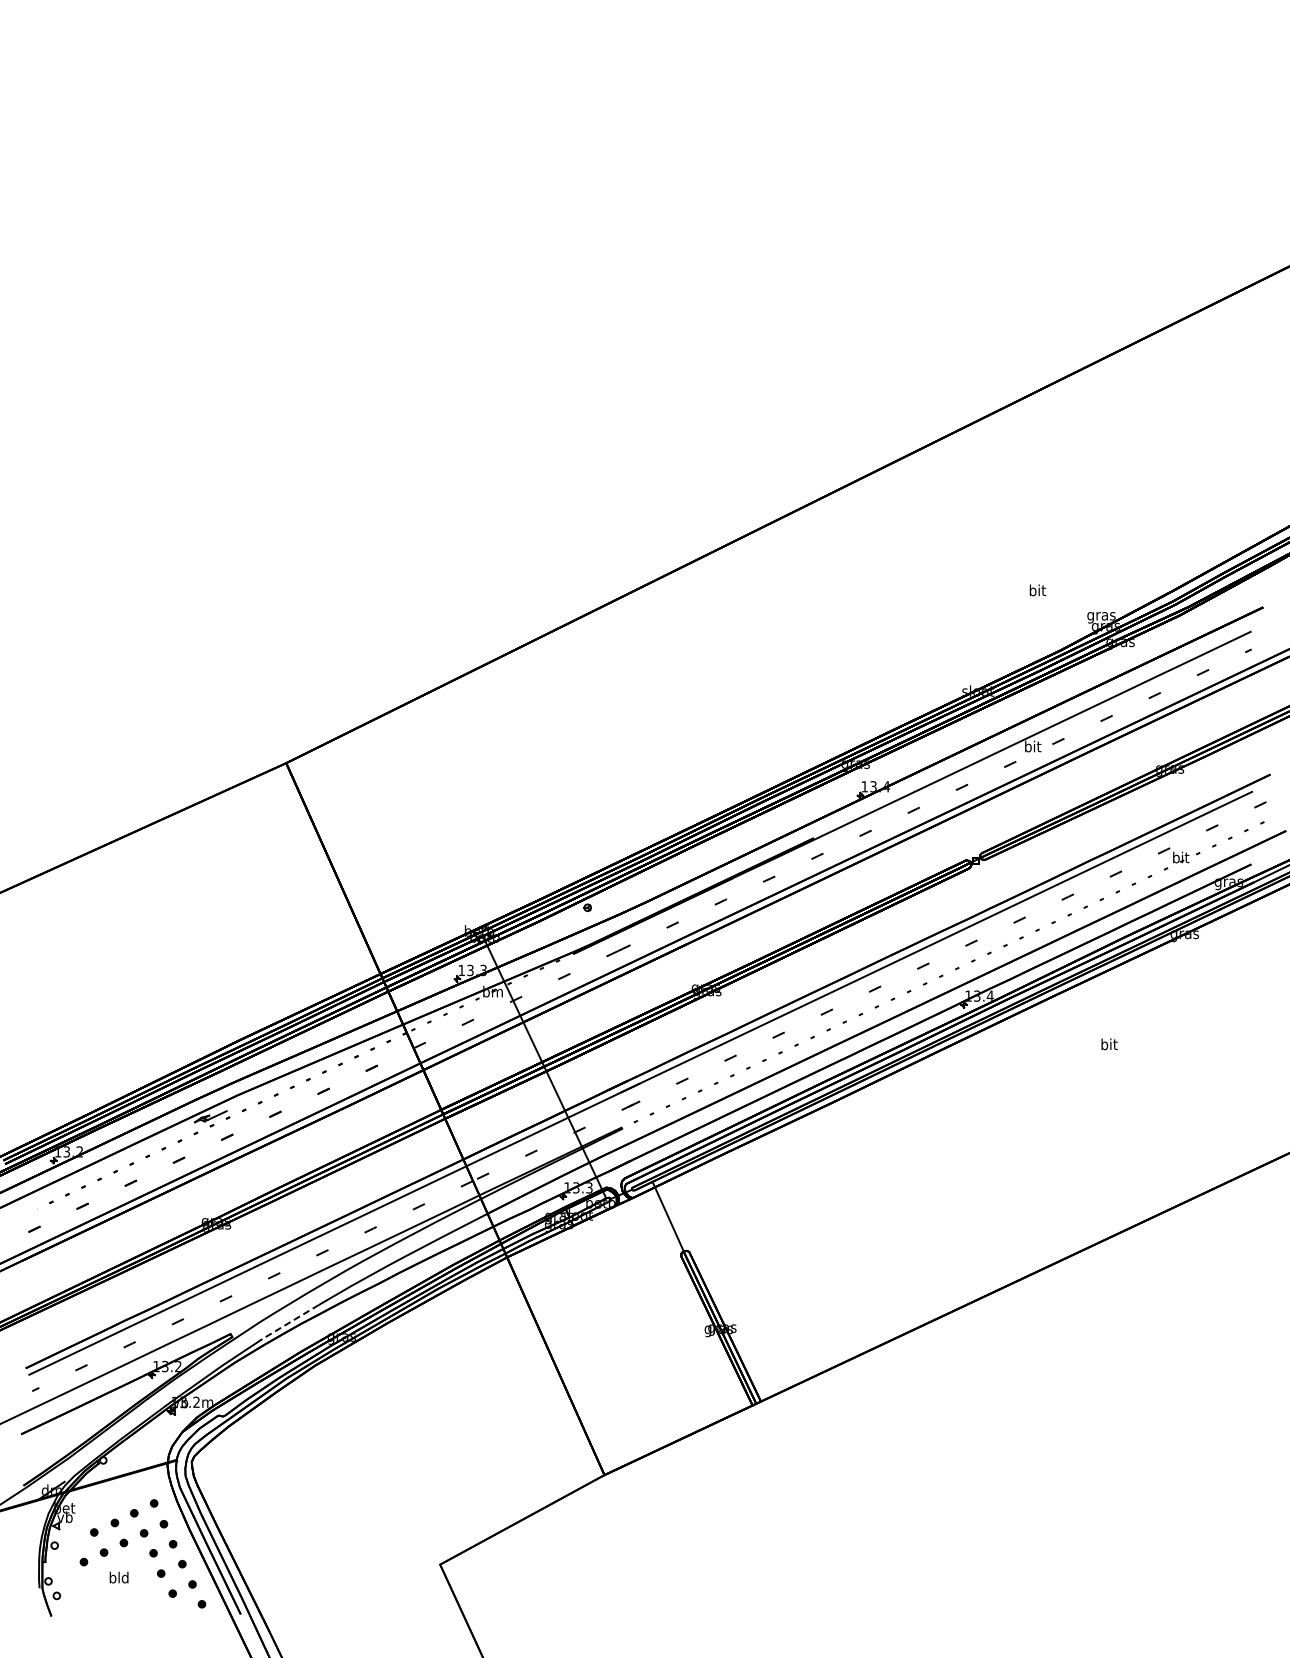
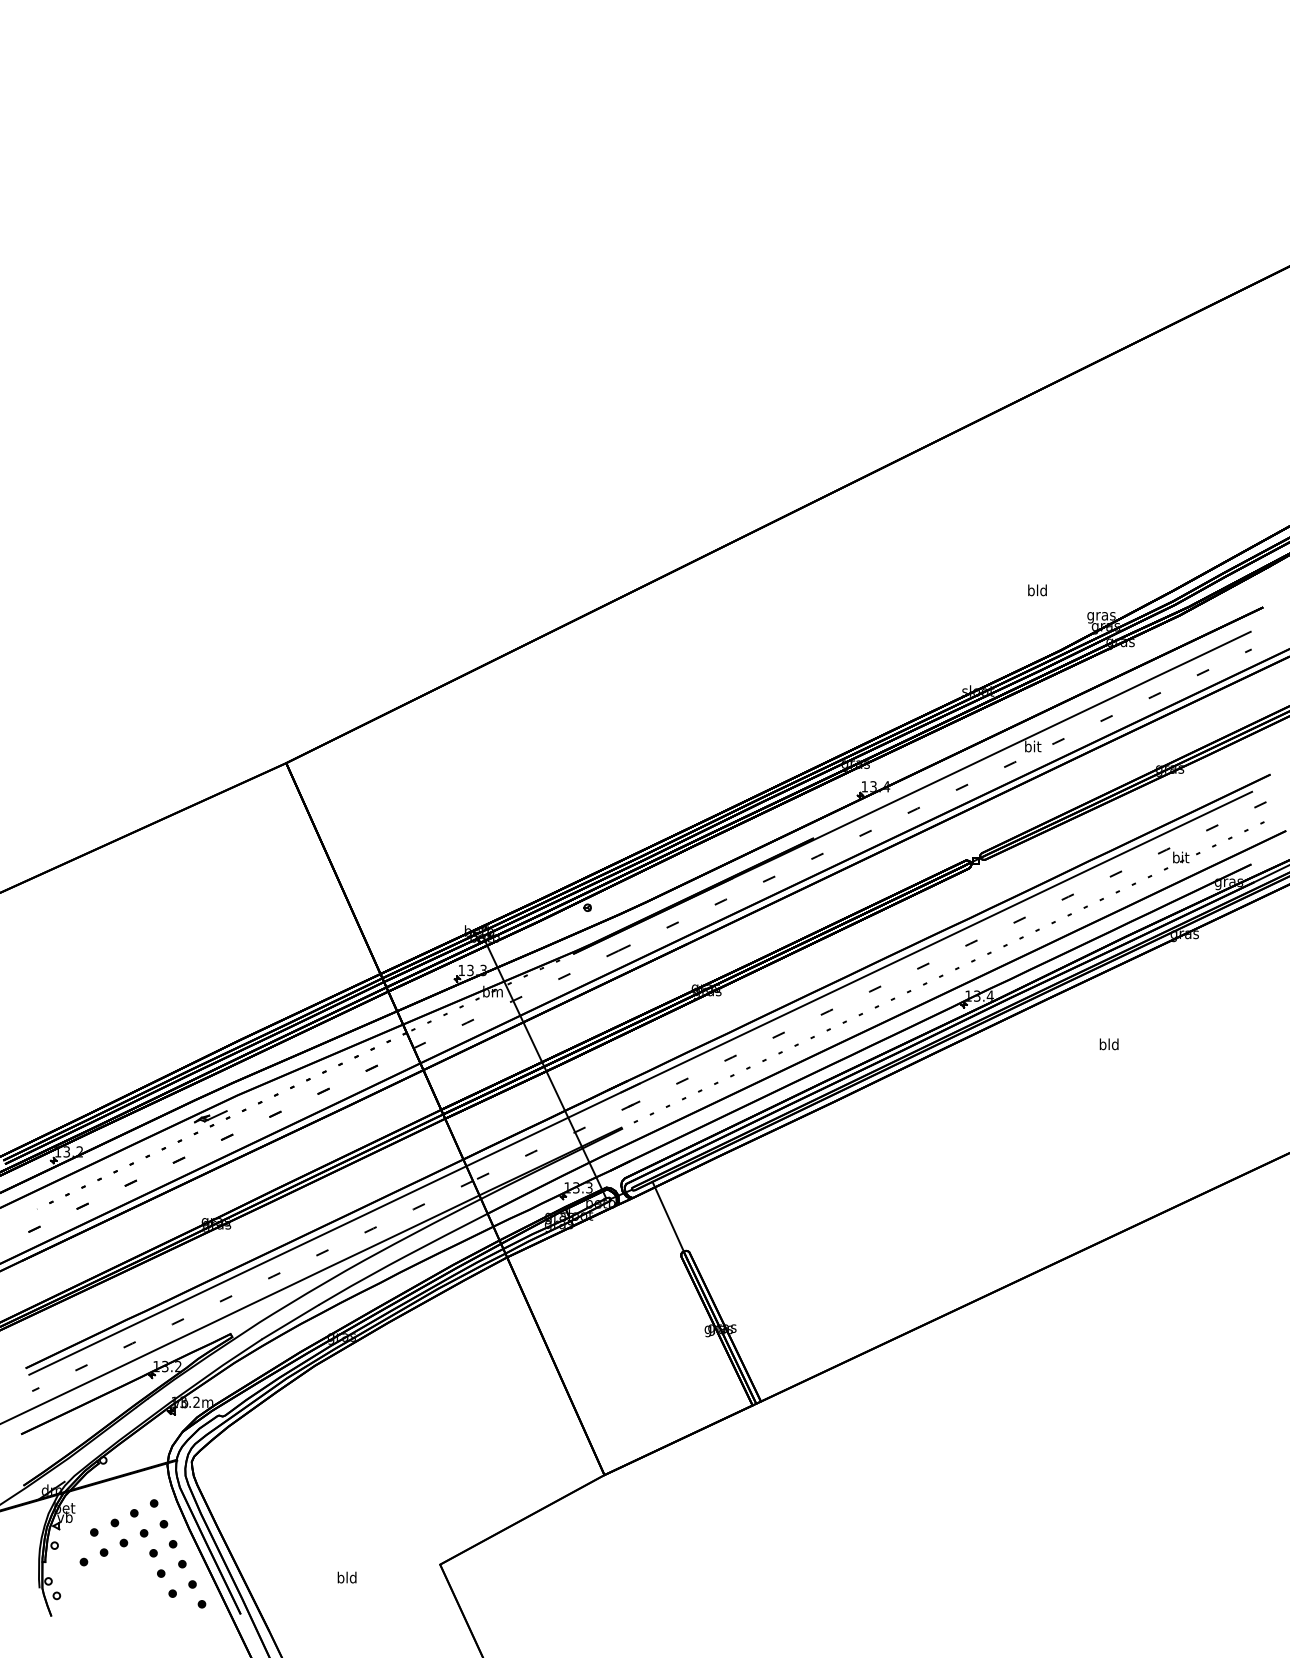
text at (1037, 590): bit -> bld
text at (1108, 1044): bit -> bld
line at (290, 1322): dashed -> solid
text at (118, 1577) position: (118, 1577) -> (346, 1577)
